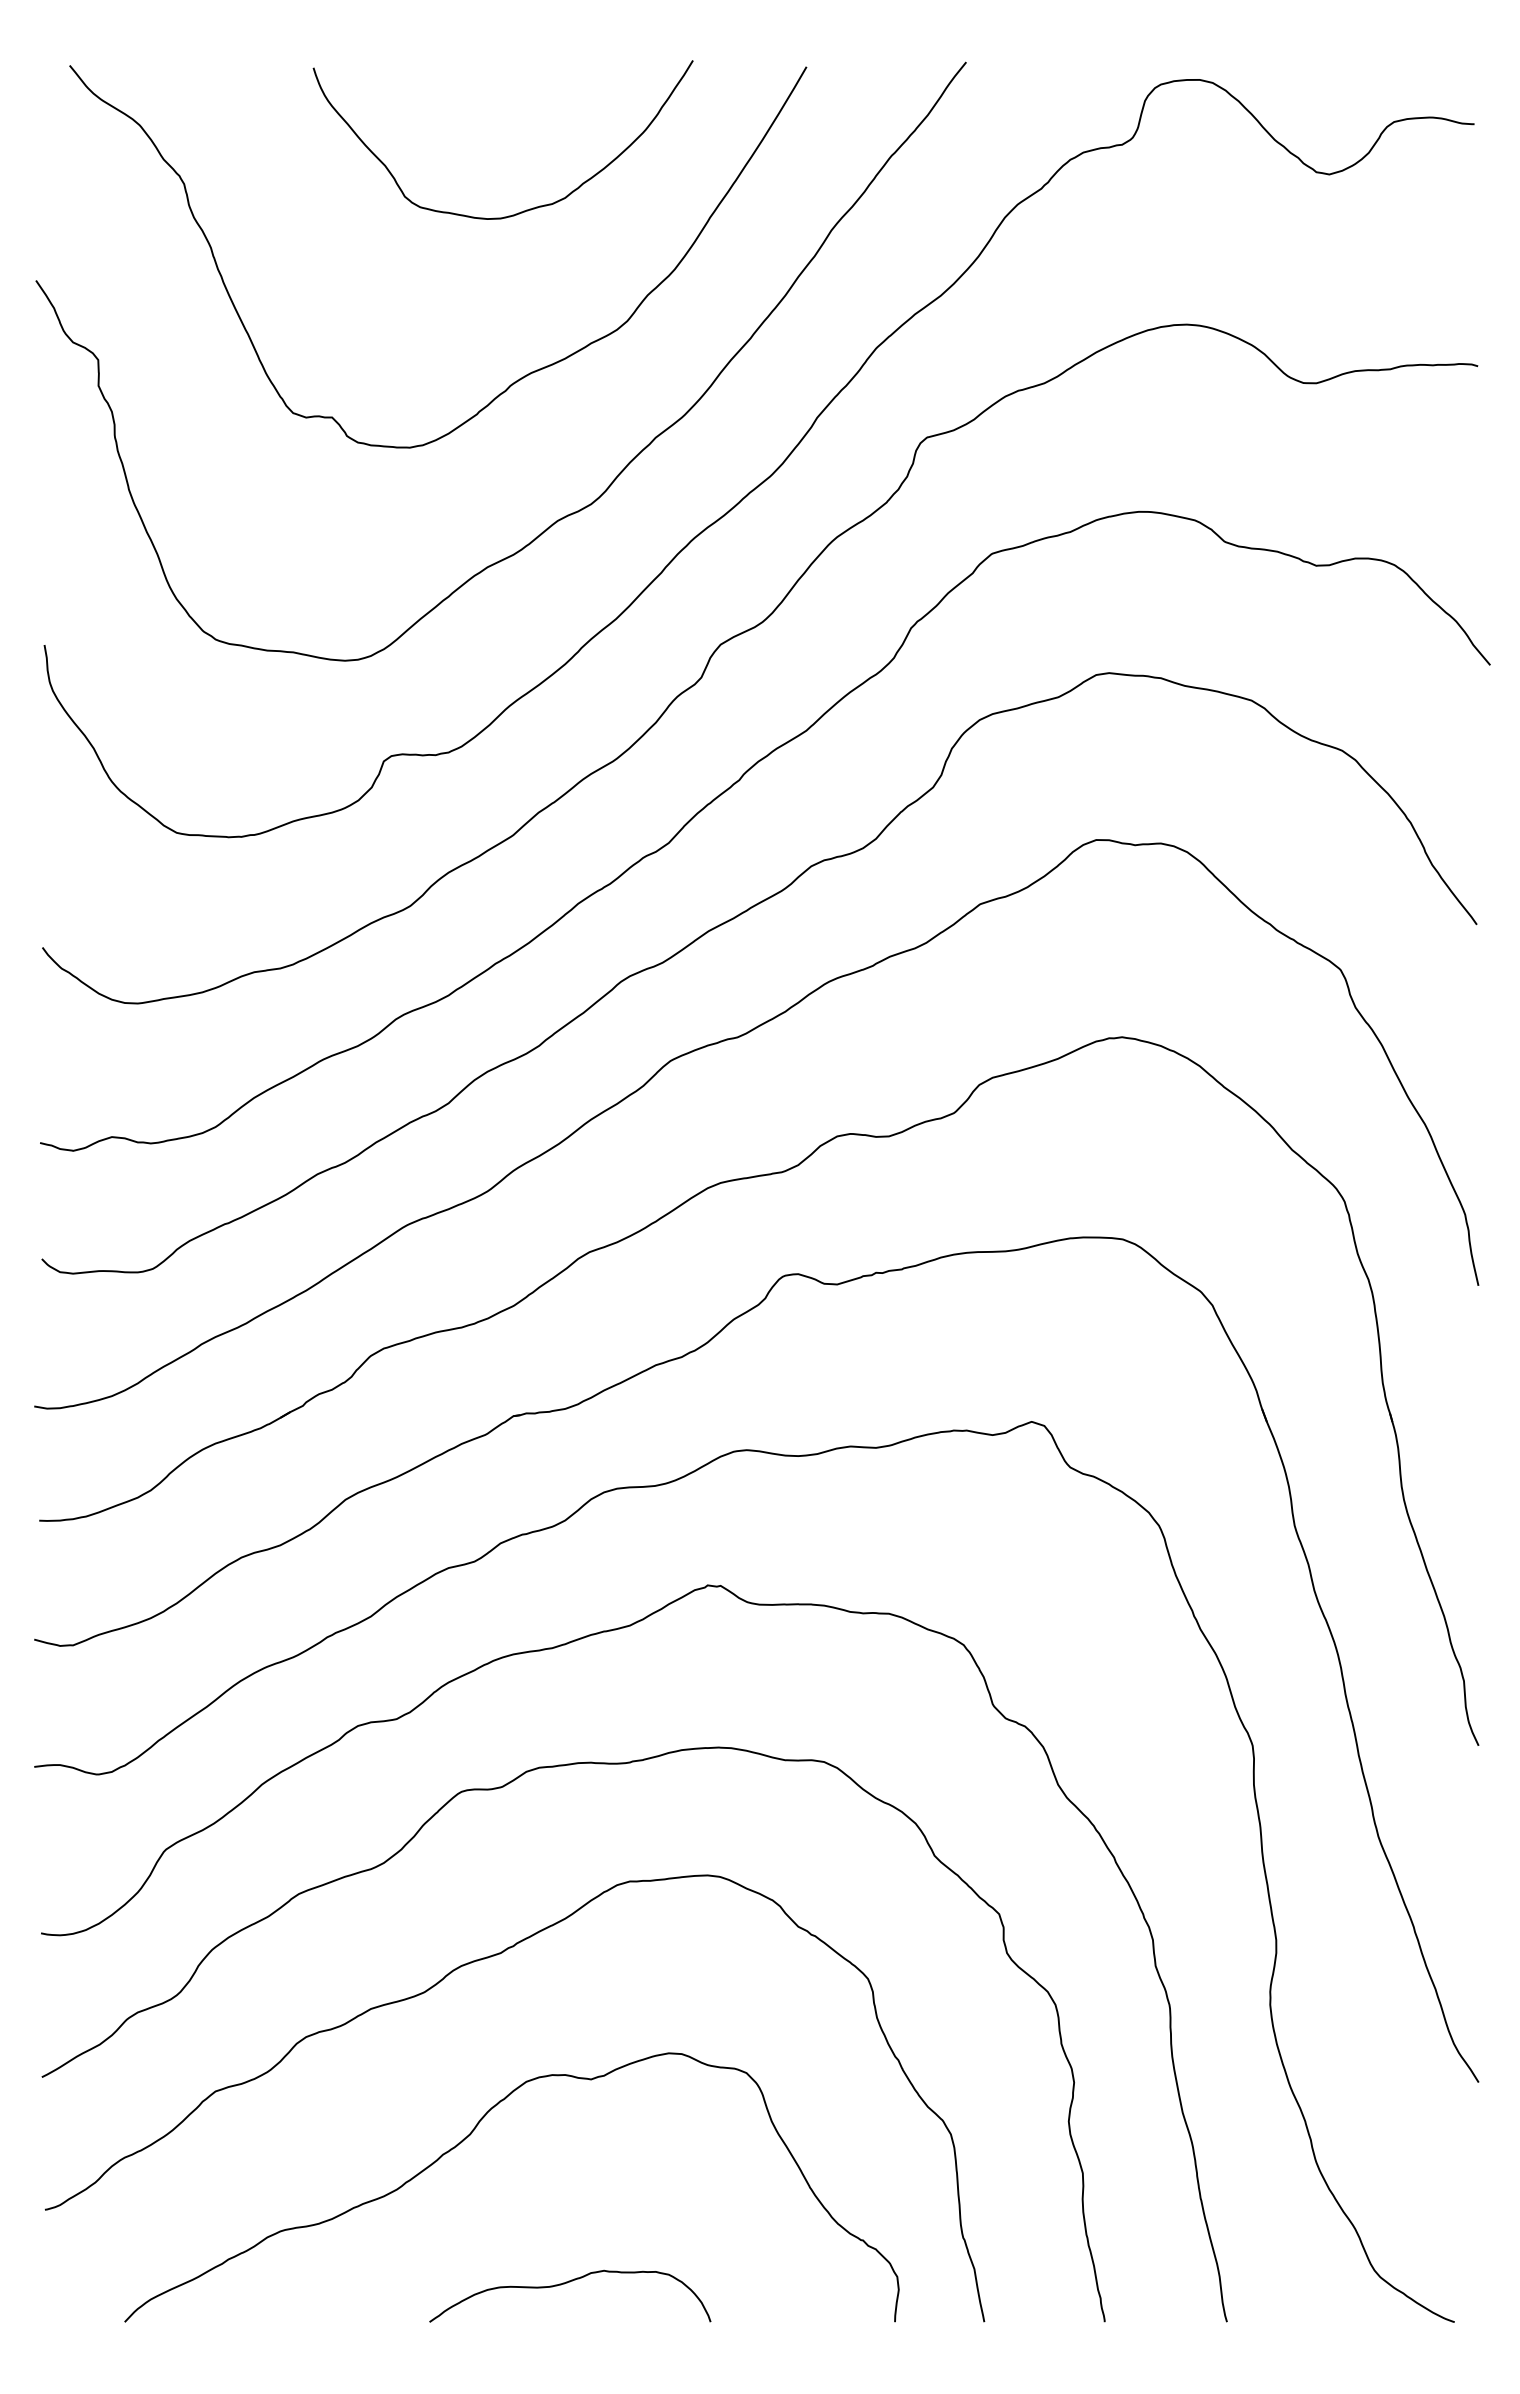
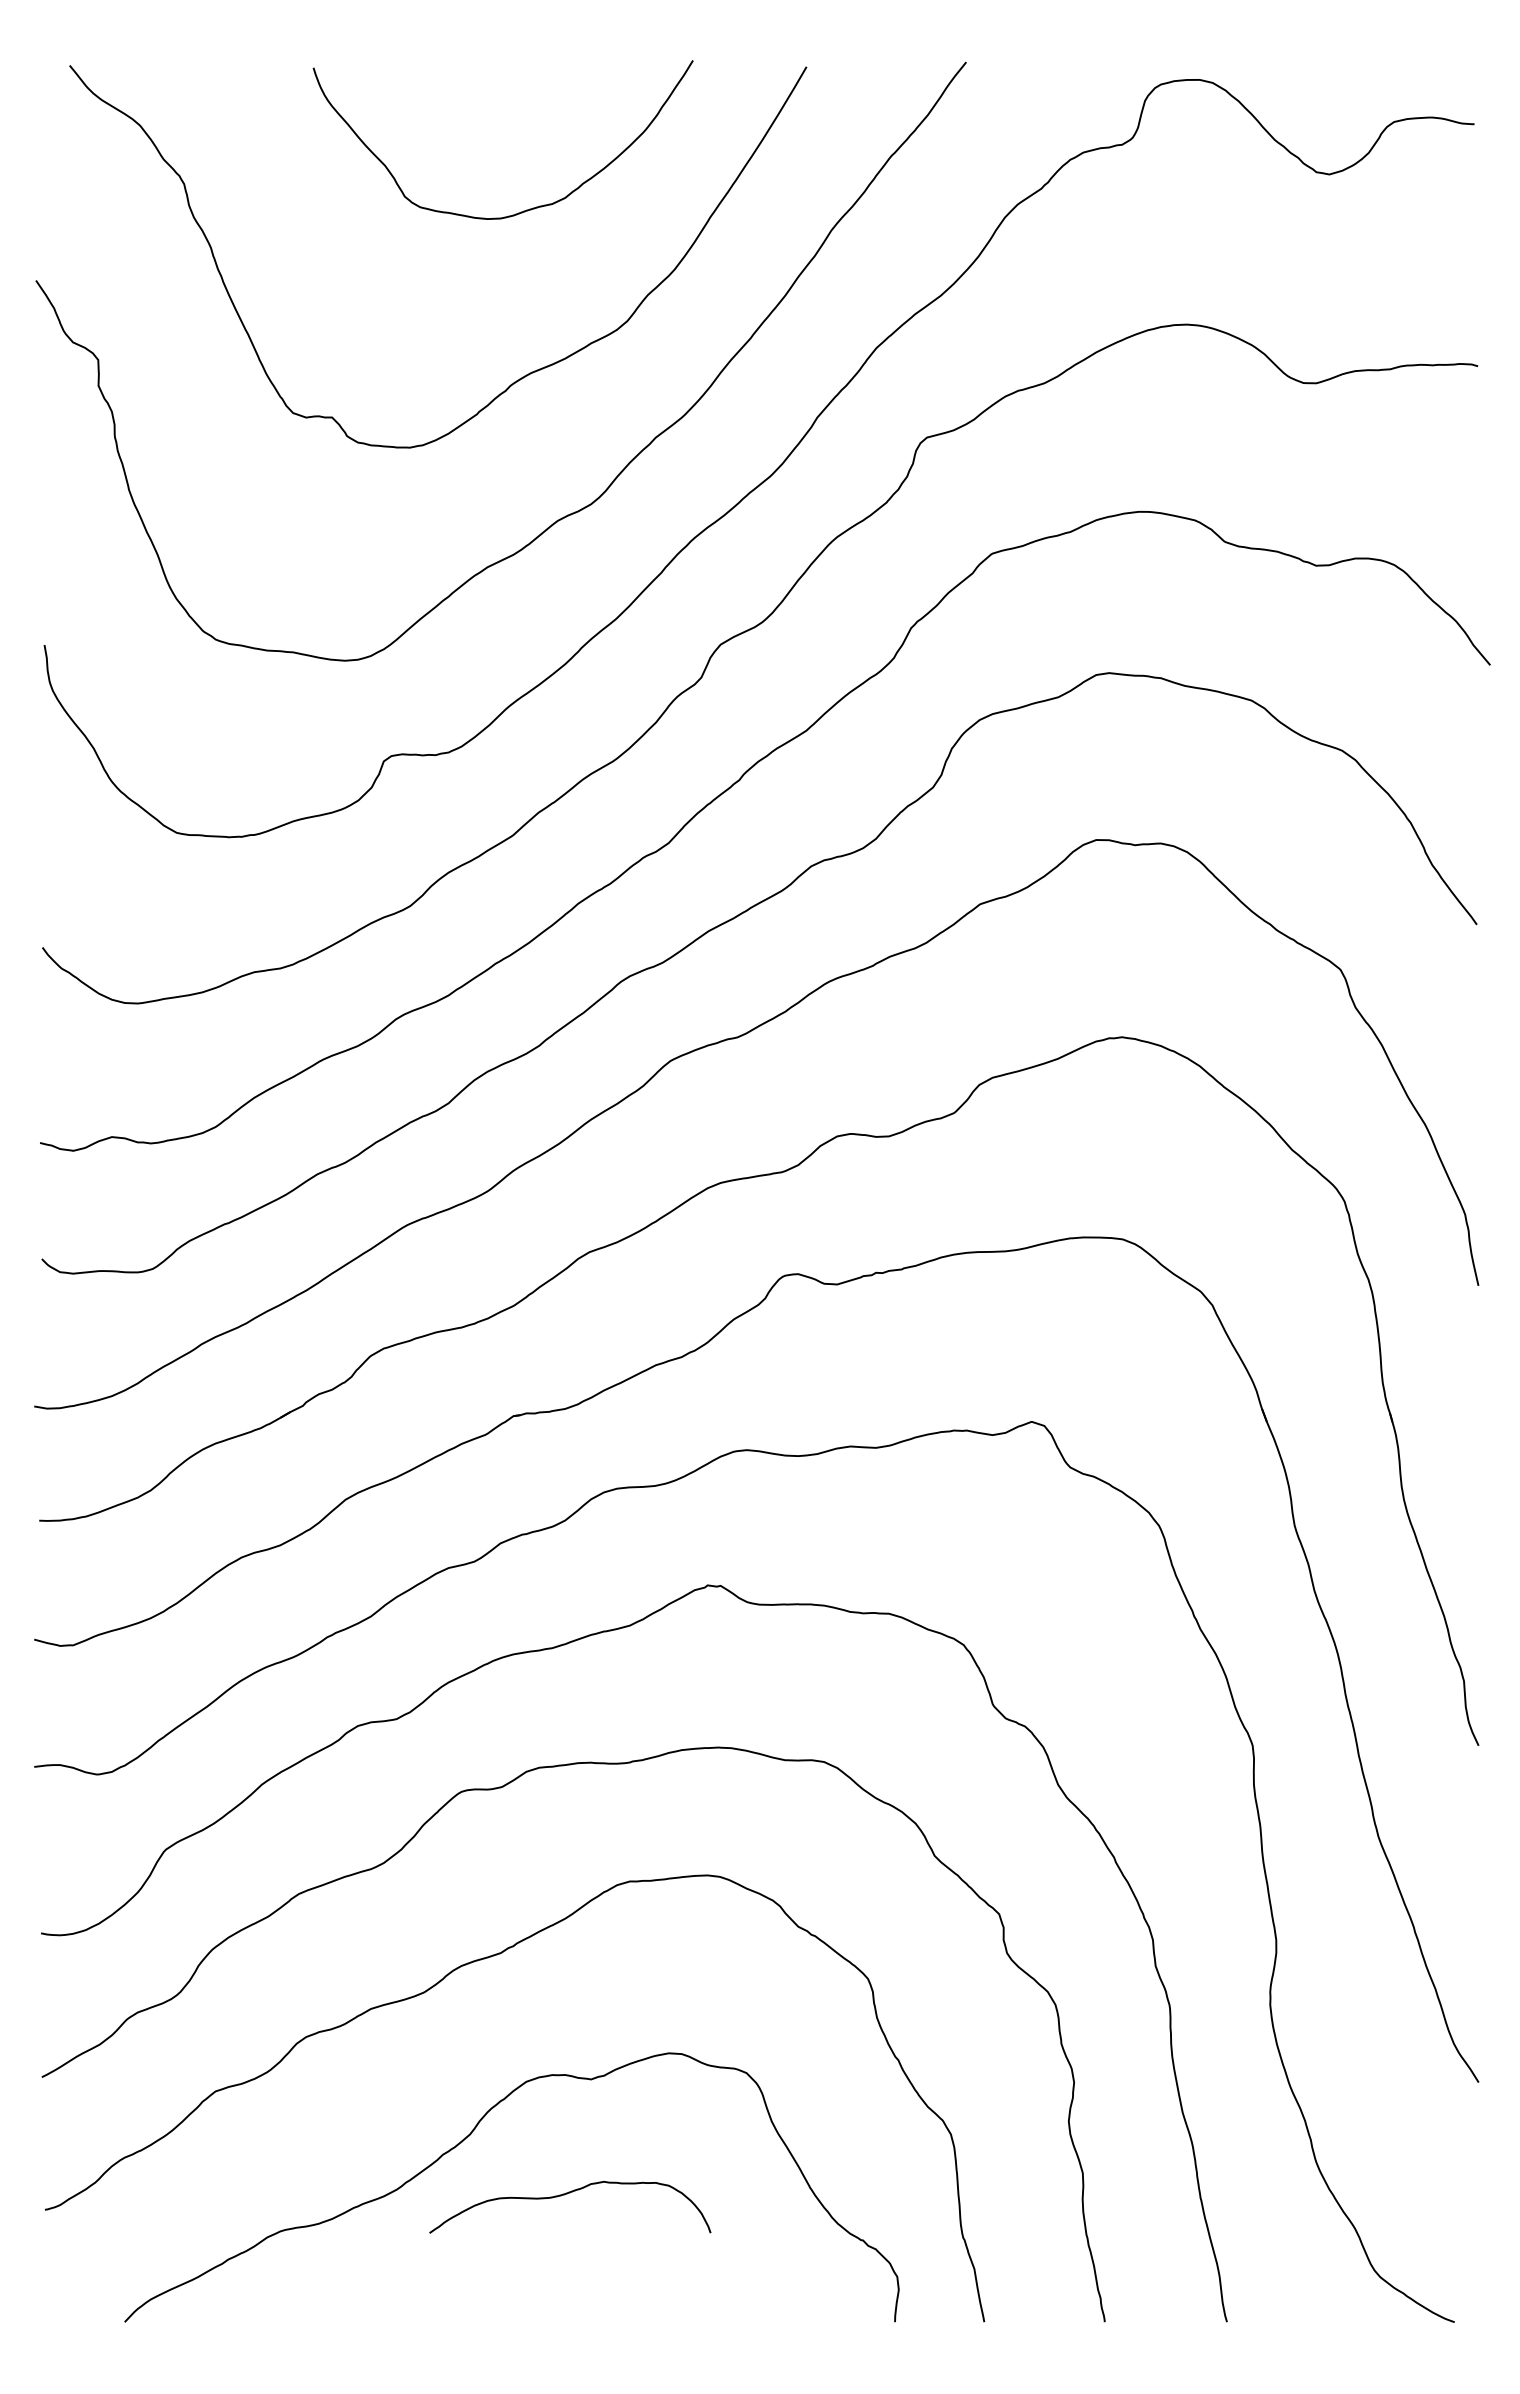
curve at (567, 2283) position: (567, 2283) -> (567, 2194)
